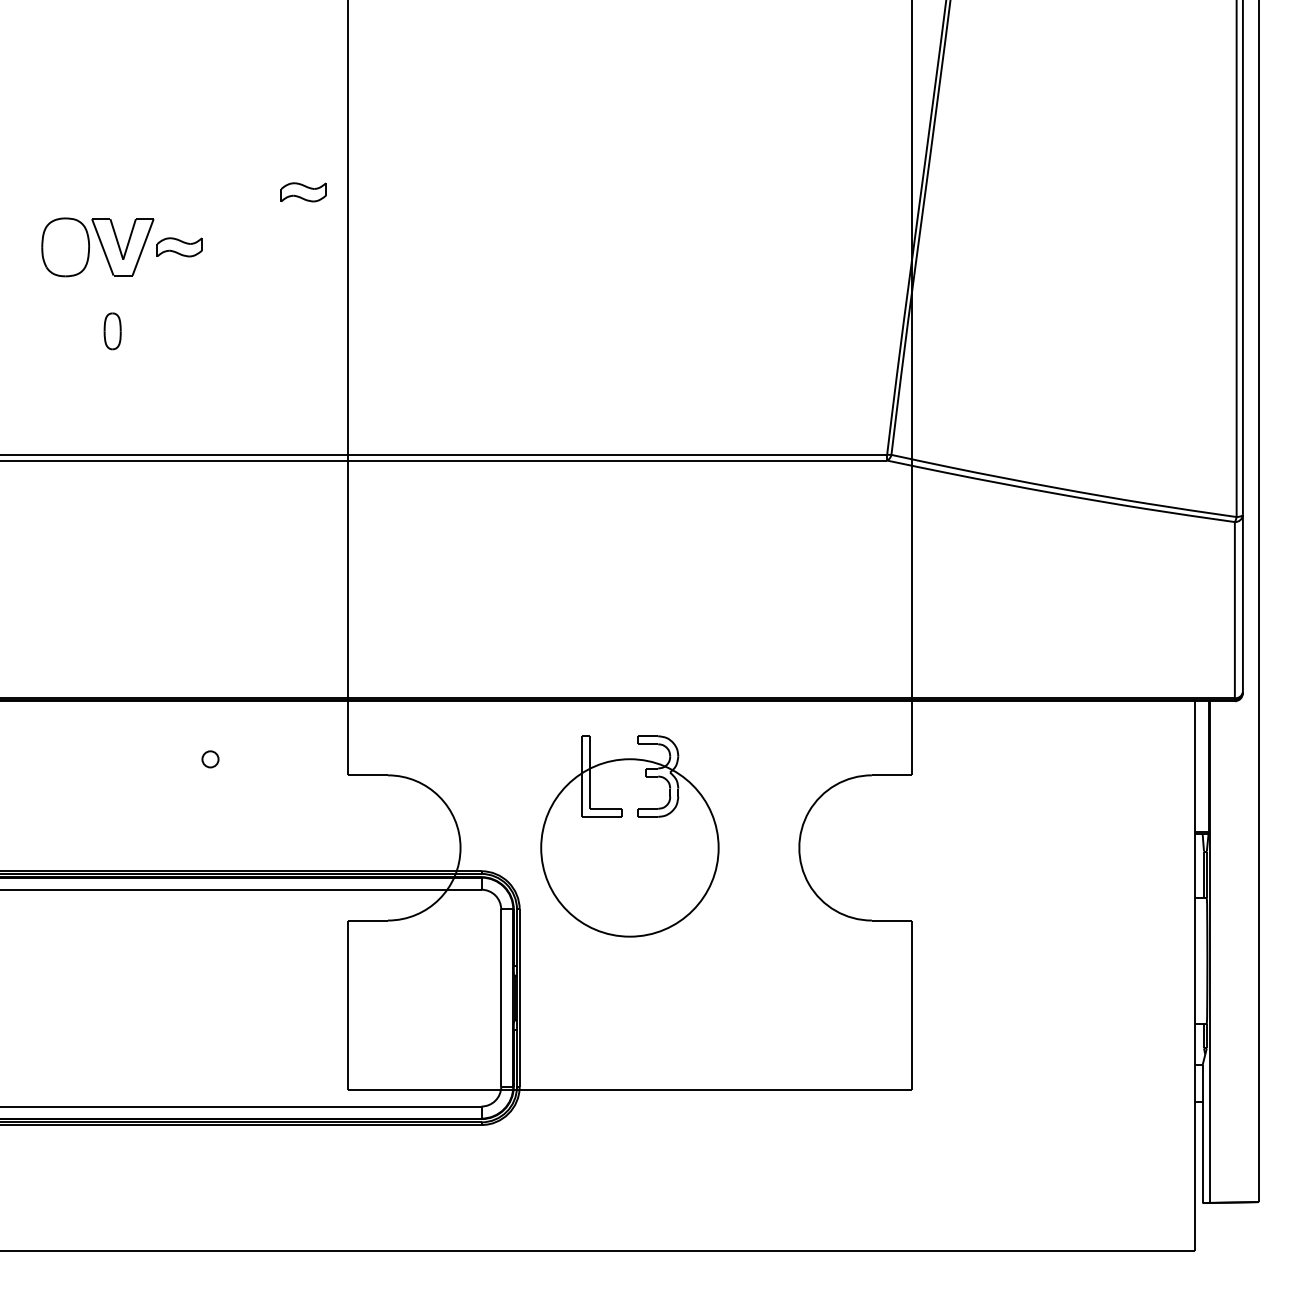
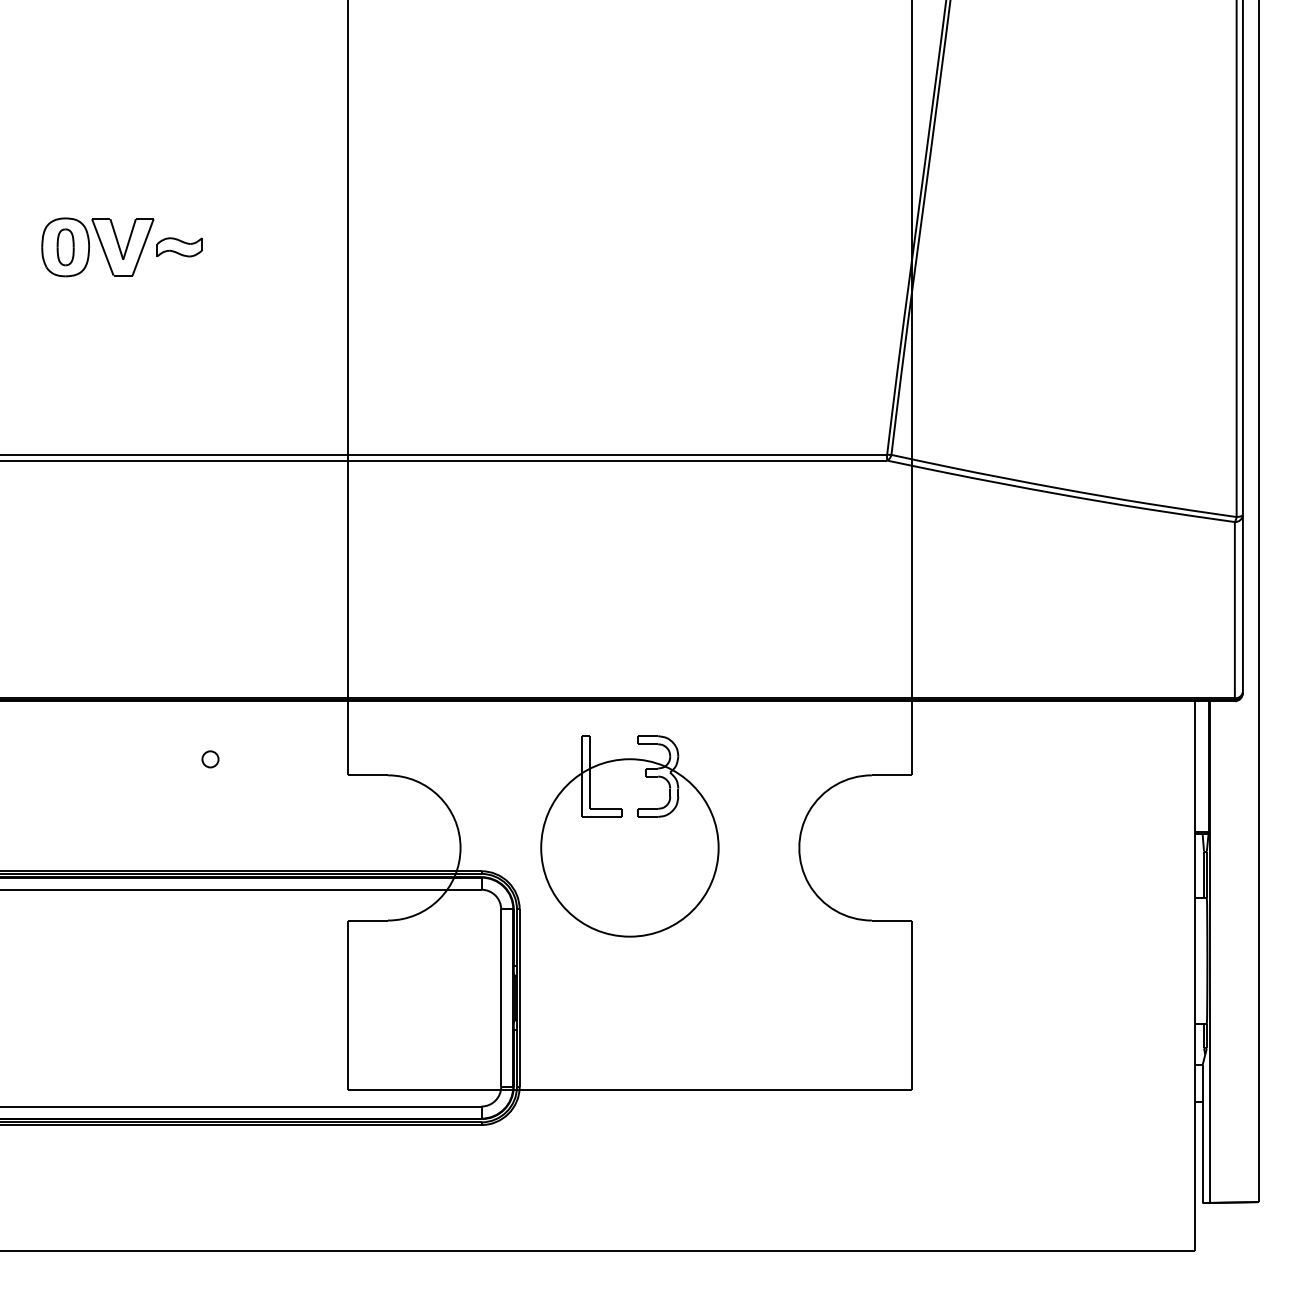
part at (303, 192): present -> none
part at (112, 331) position: (112, 331) -> (65, 247)
